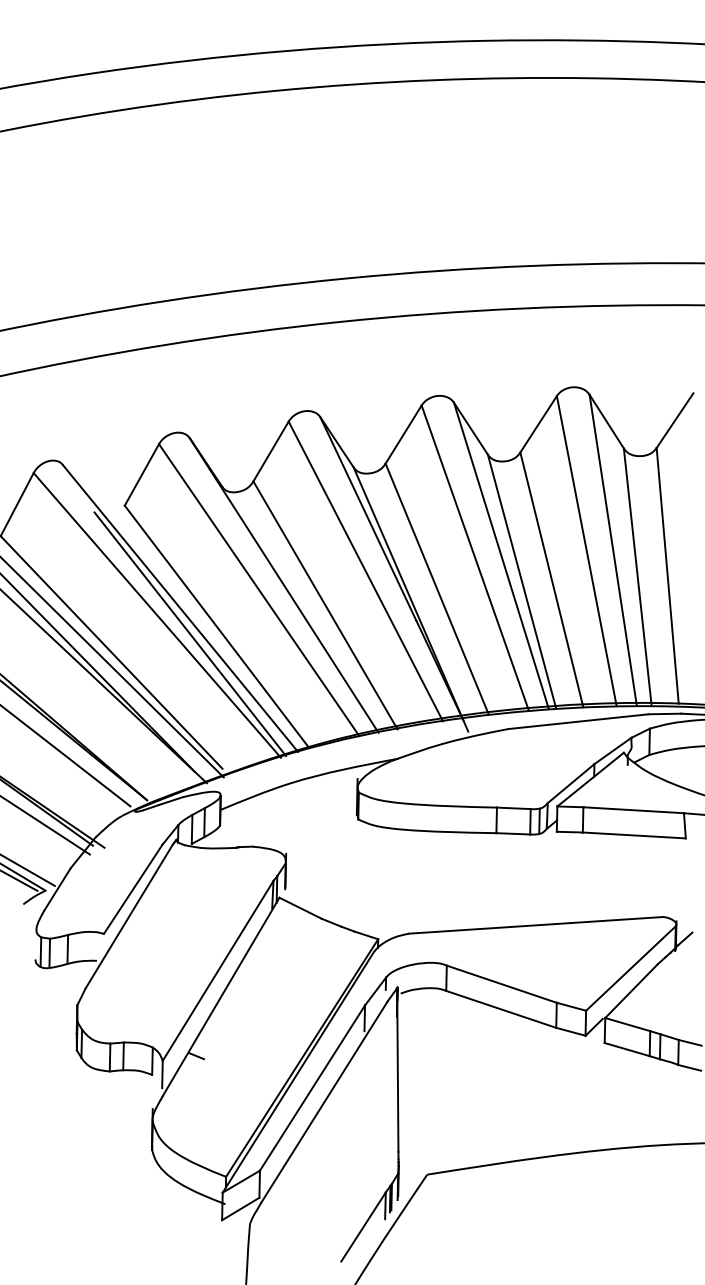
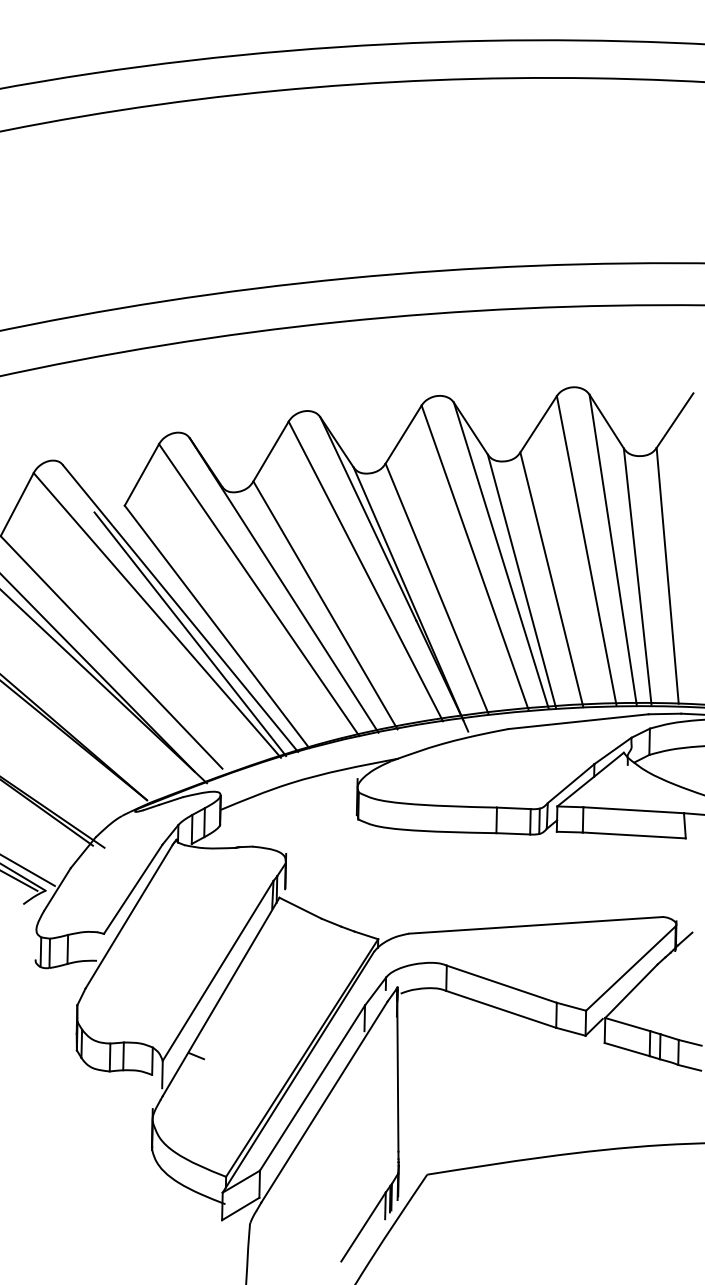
line at (112, 667): present -> none
line at (66, 756): present -> none
line at (45, 825): present -> none
